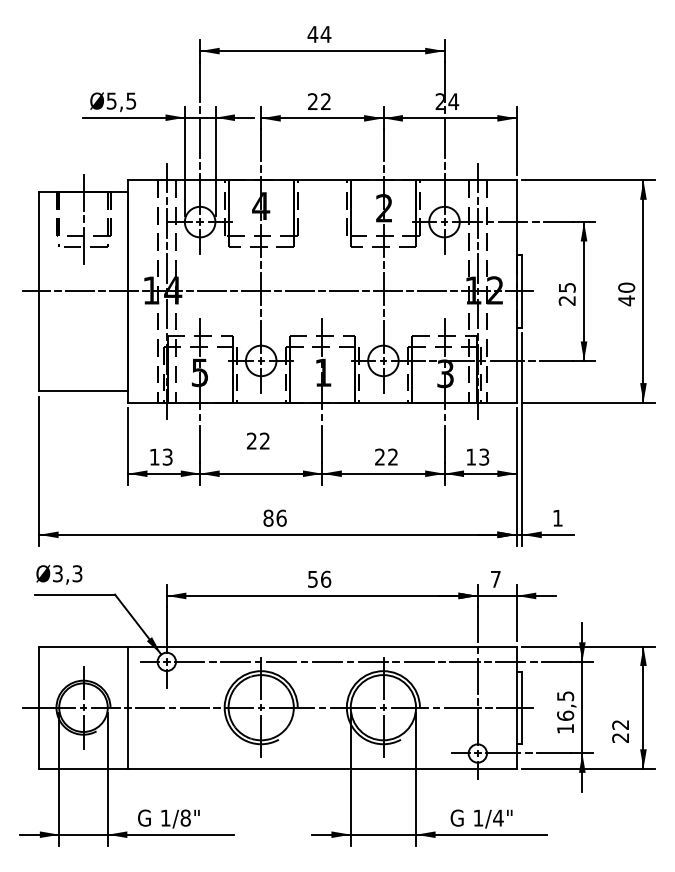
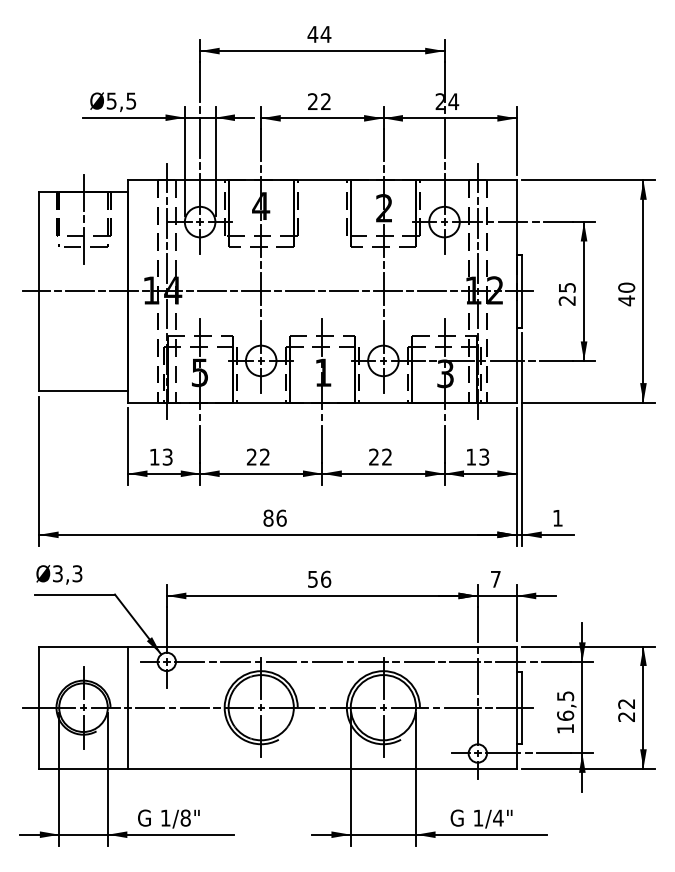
text at (257, 440) position: (257, 440) -> (257, 456)
text at (386, 456) position: (386, 456) -> (380, 456)
text at (620, 731) position: (620, 731) -> (626, 710)
